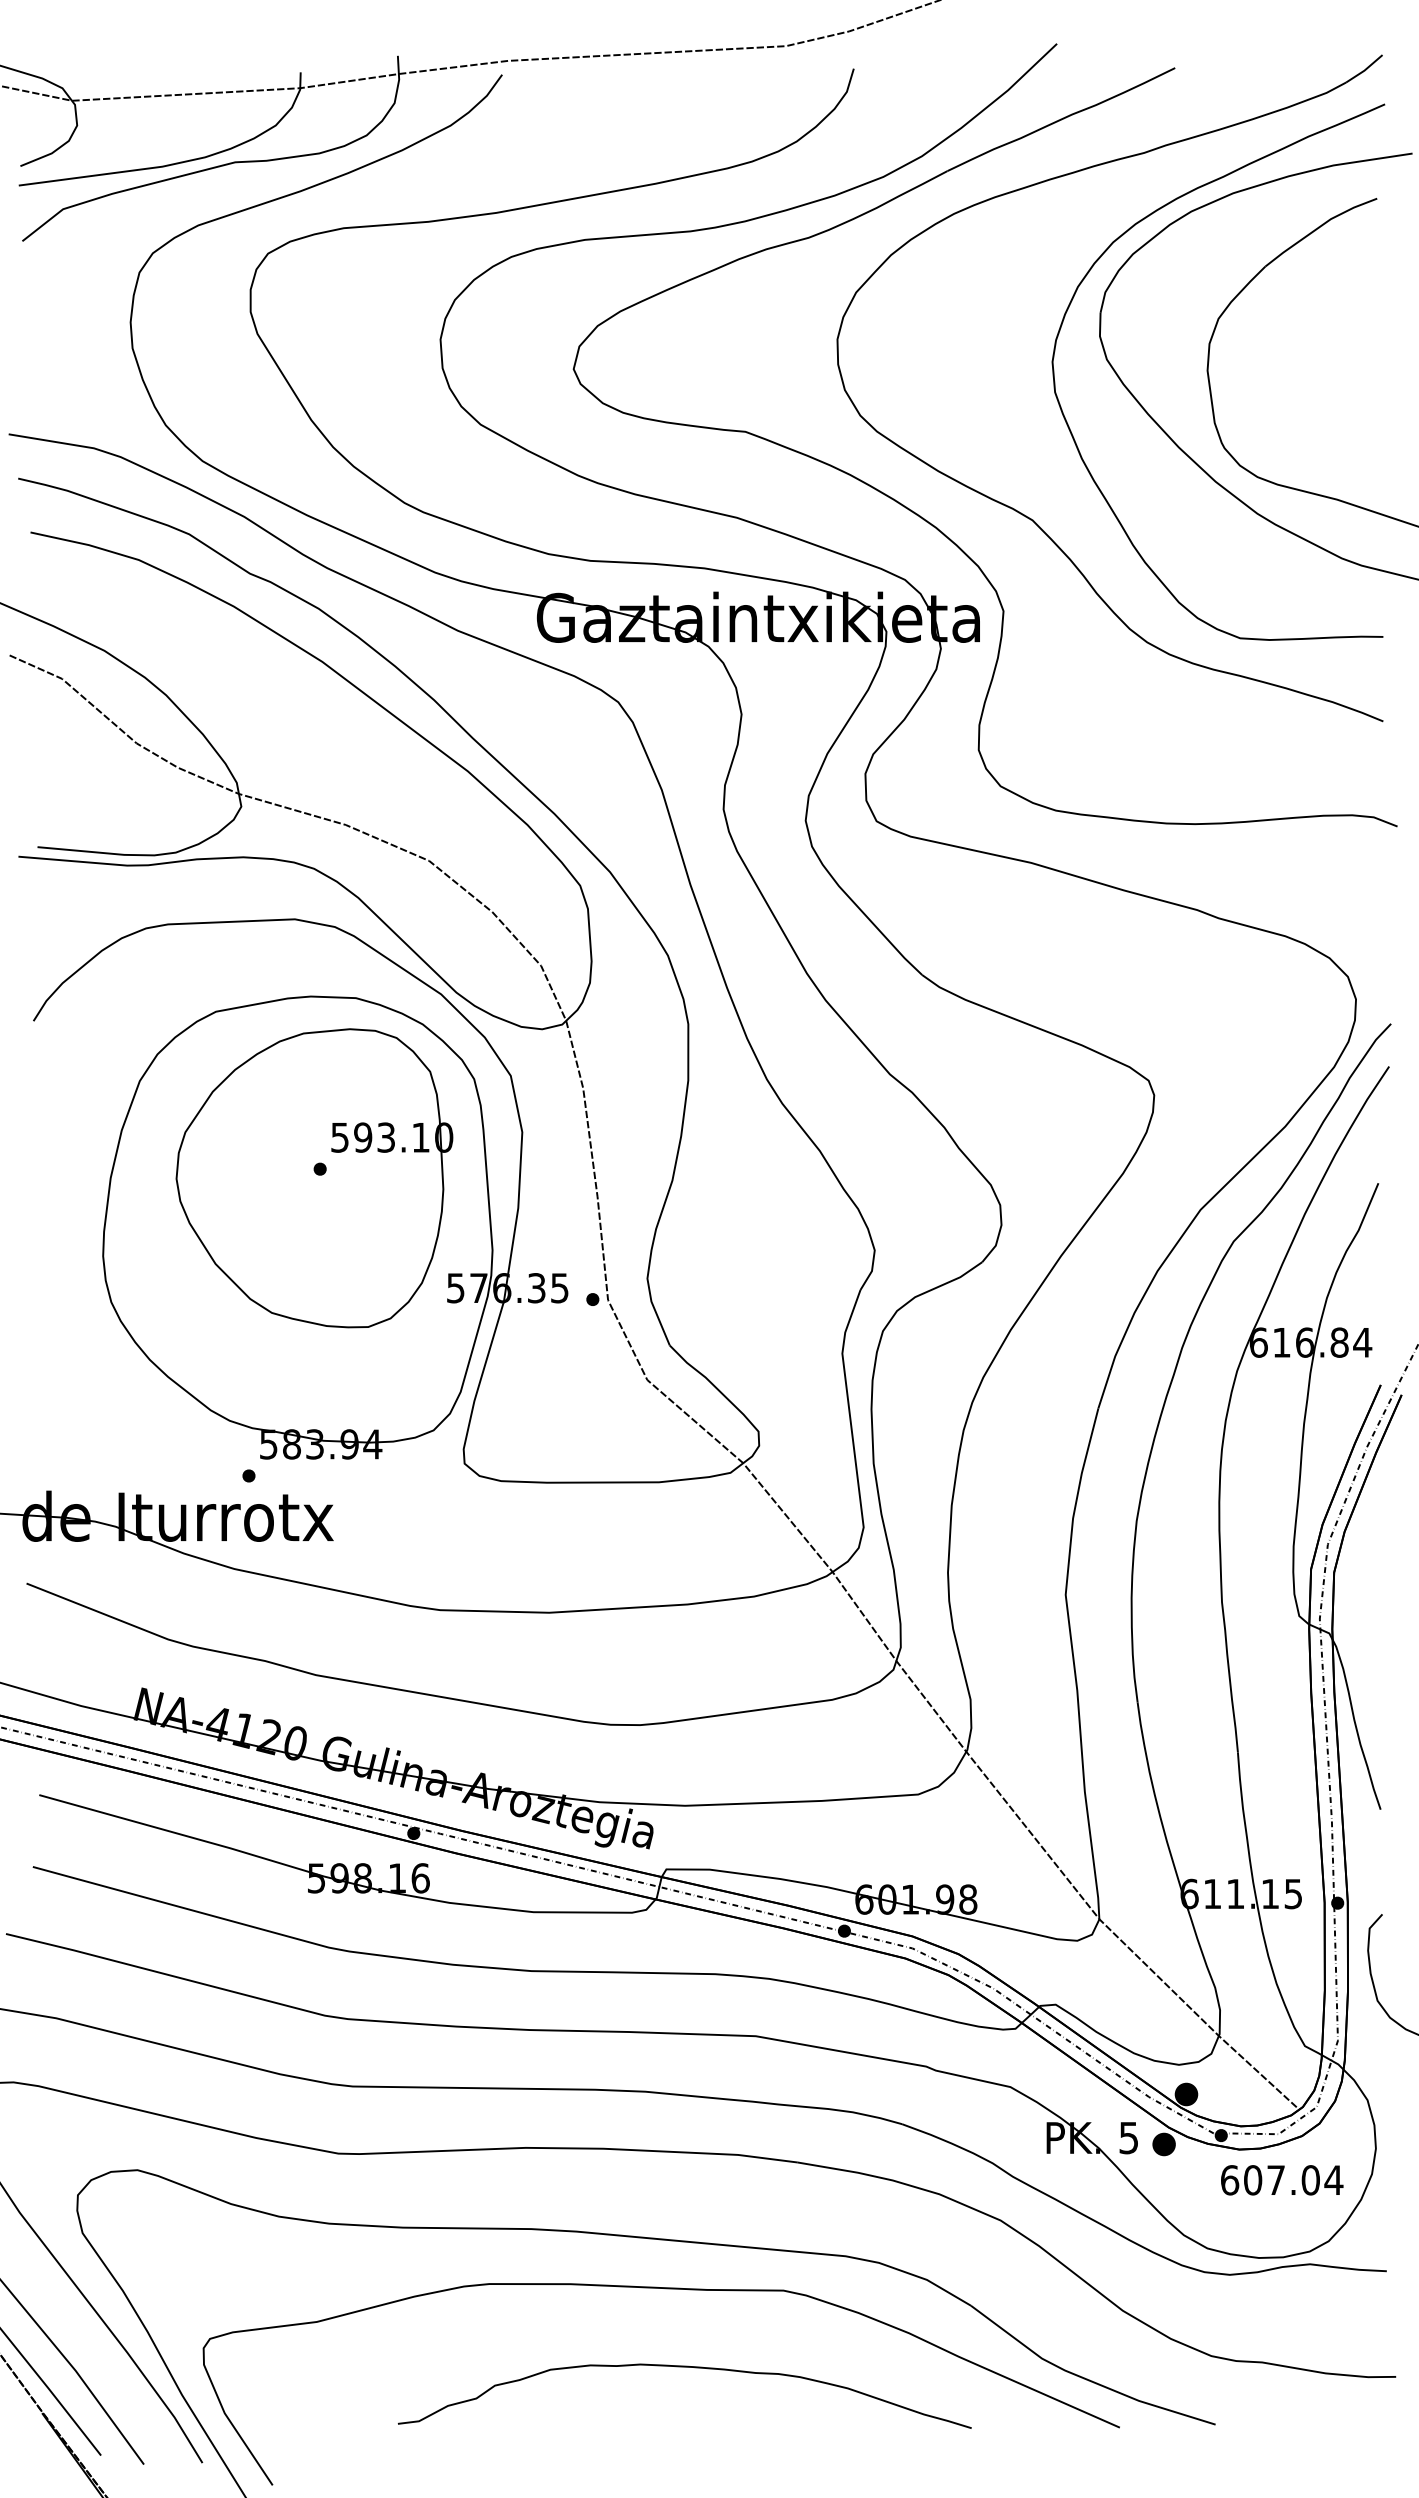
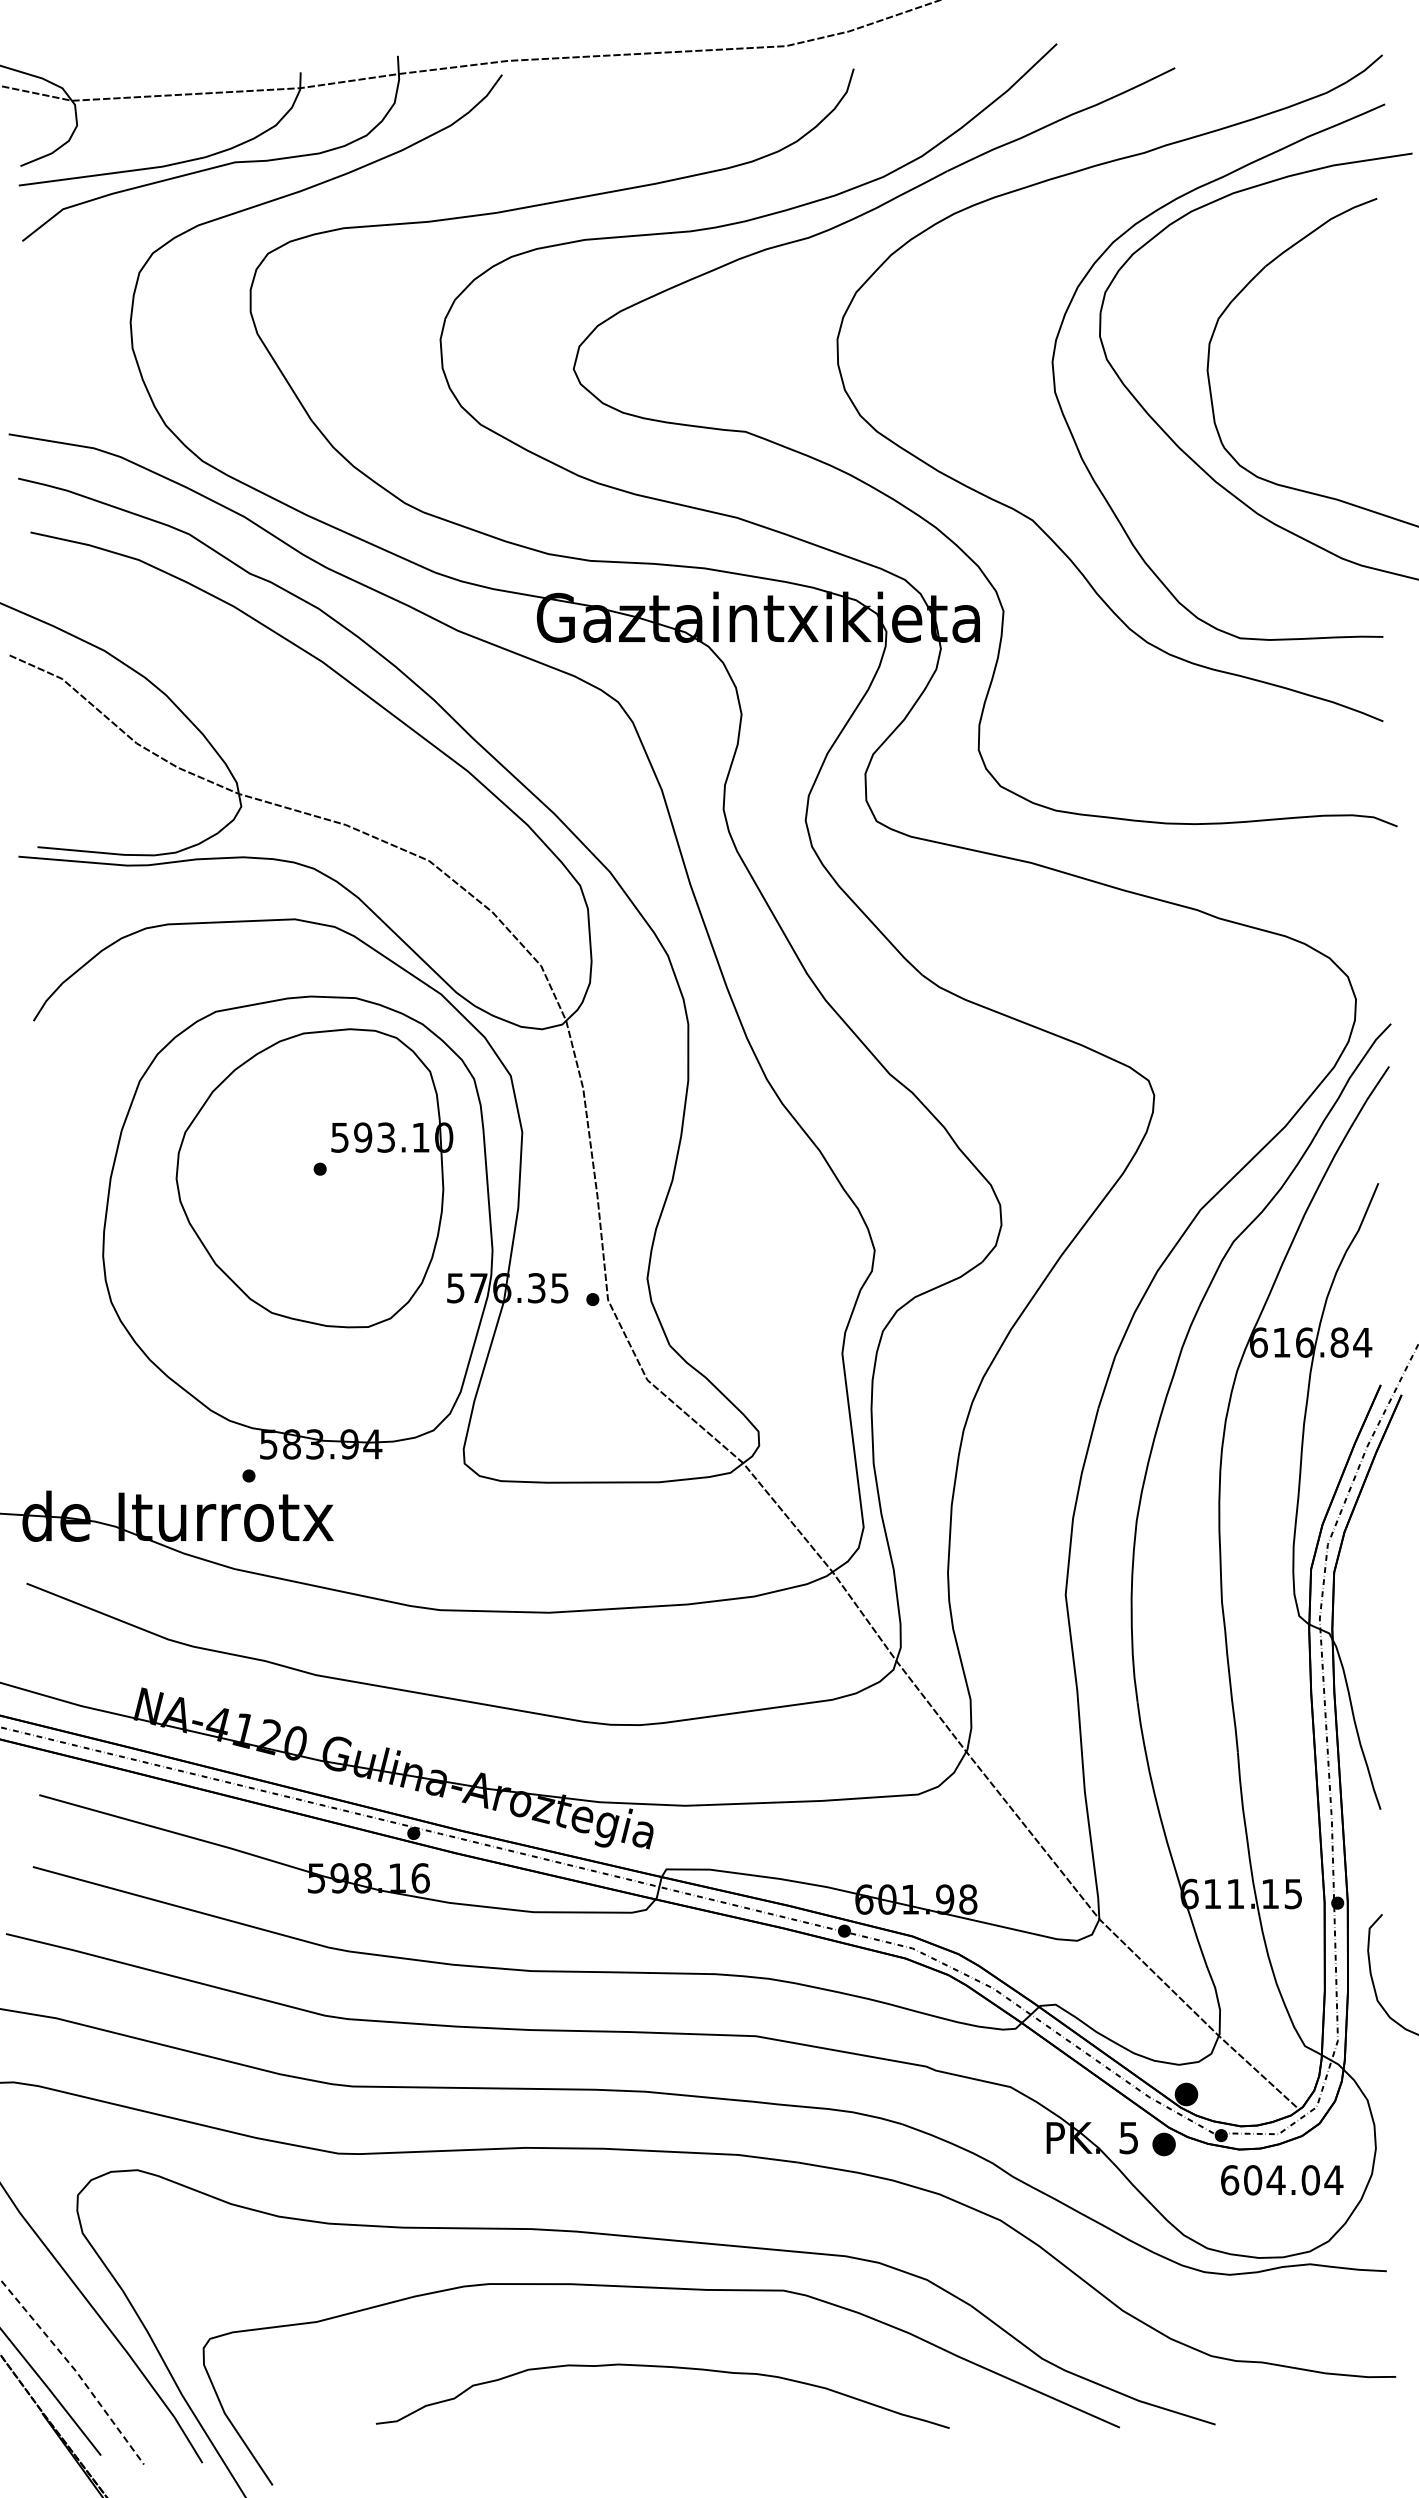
text at (1275, 2179): 607.04 -> 604.04
curve at (684, 2367) position: (684, 2367) -> (662, 2367)
line at (75, 2370): solid -> dashed
